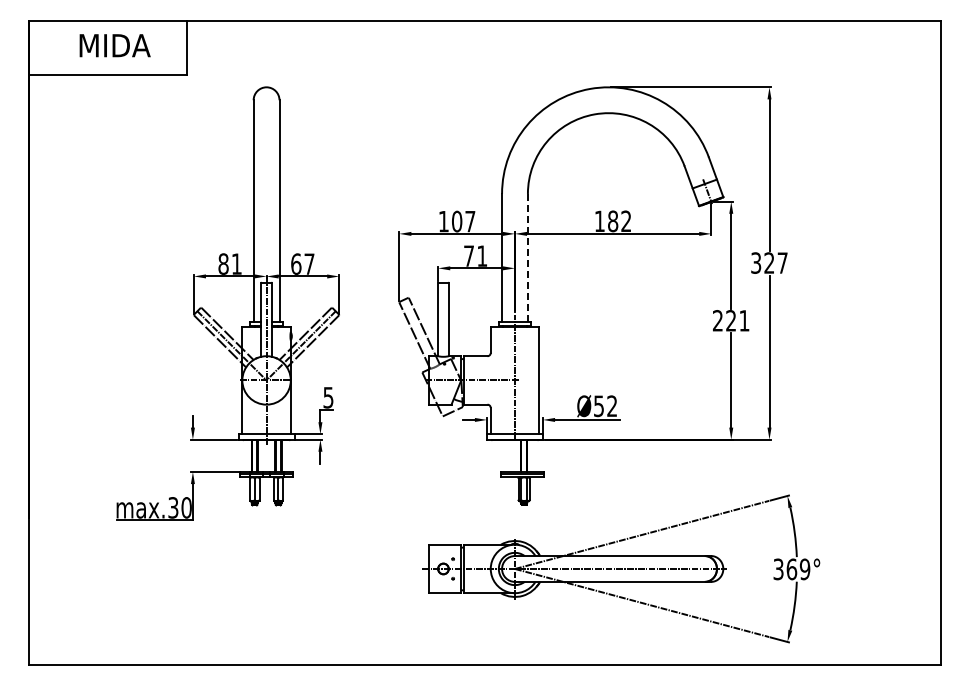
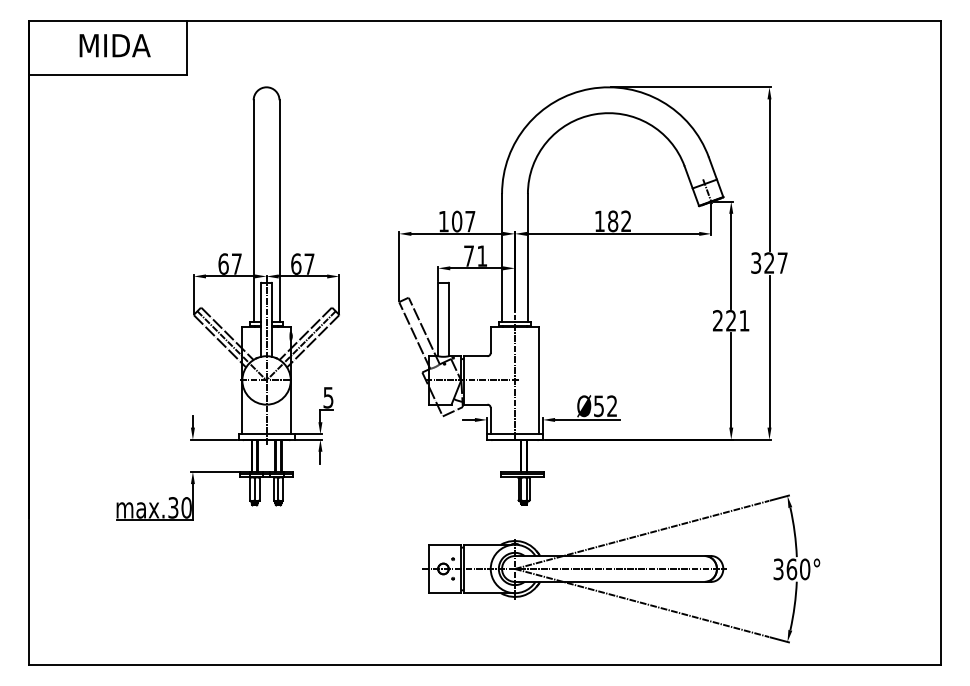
line at (527, 257): dashed -> solid
text at (229, 263): 81 -> 67
text at (804, 569): 369° -> 360°
